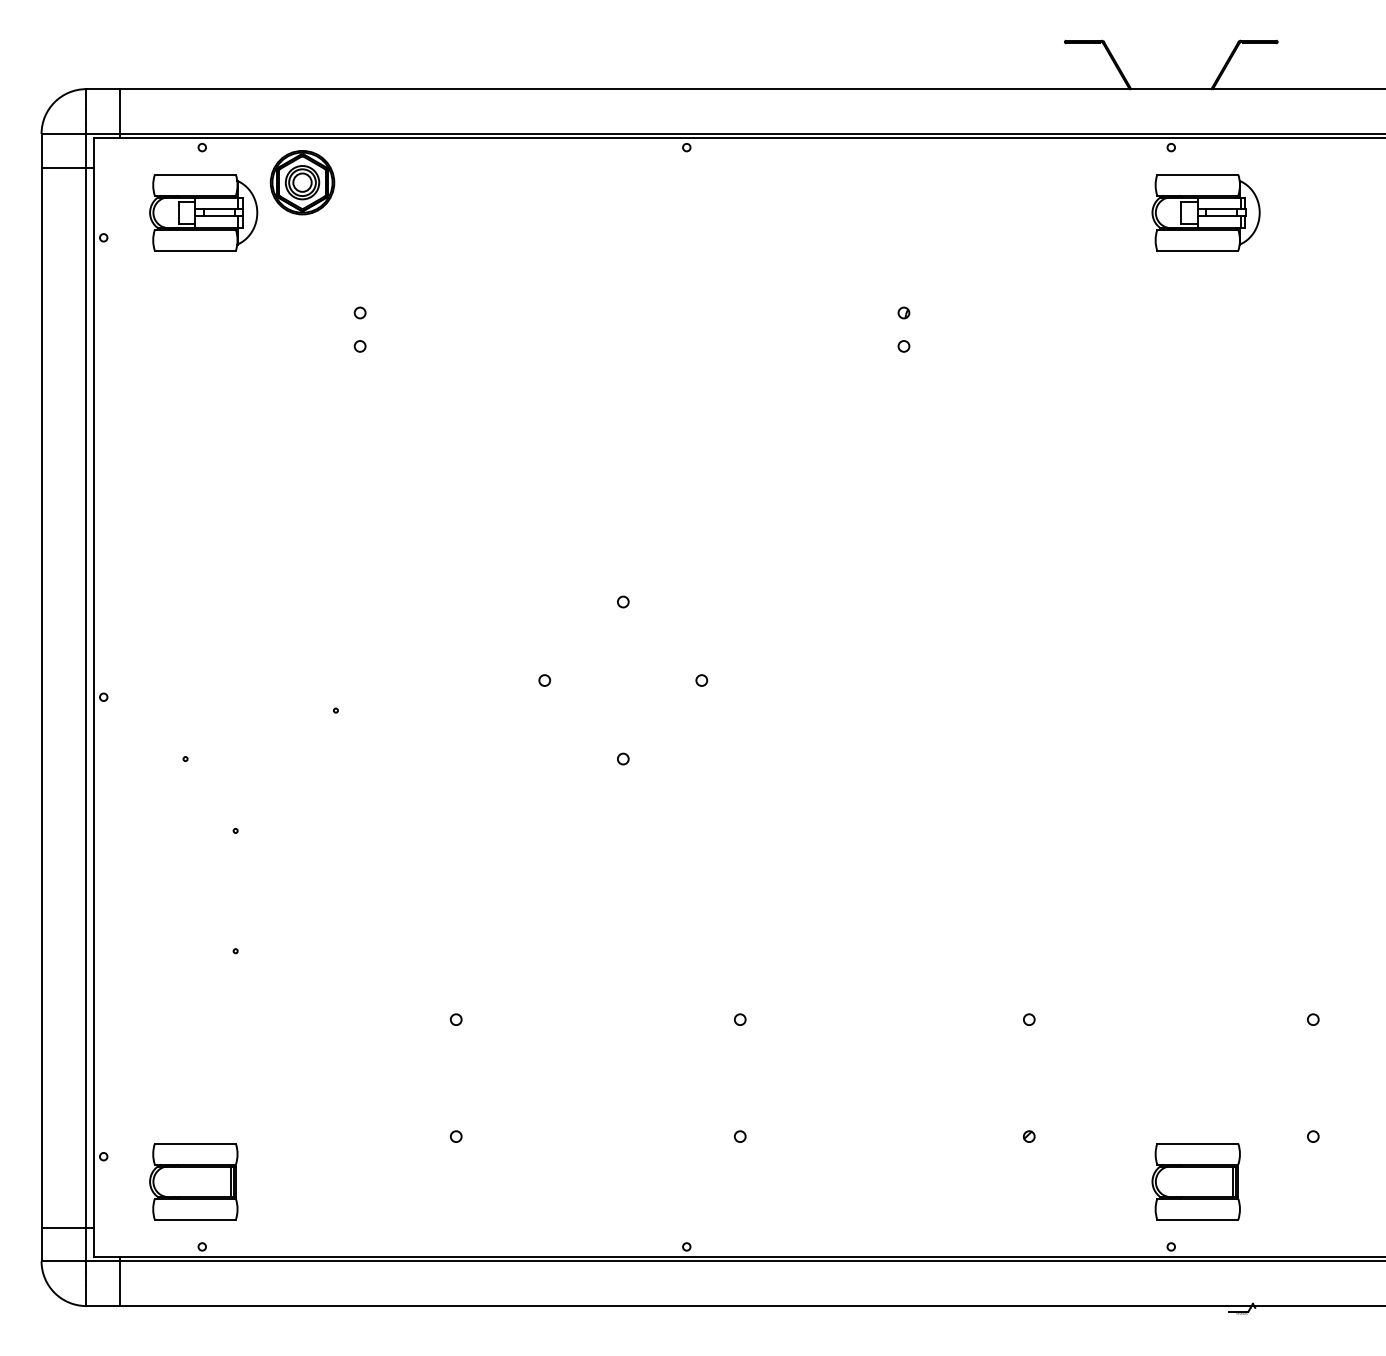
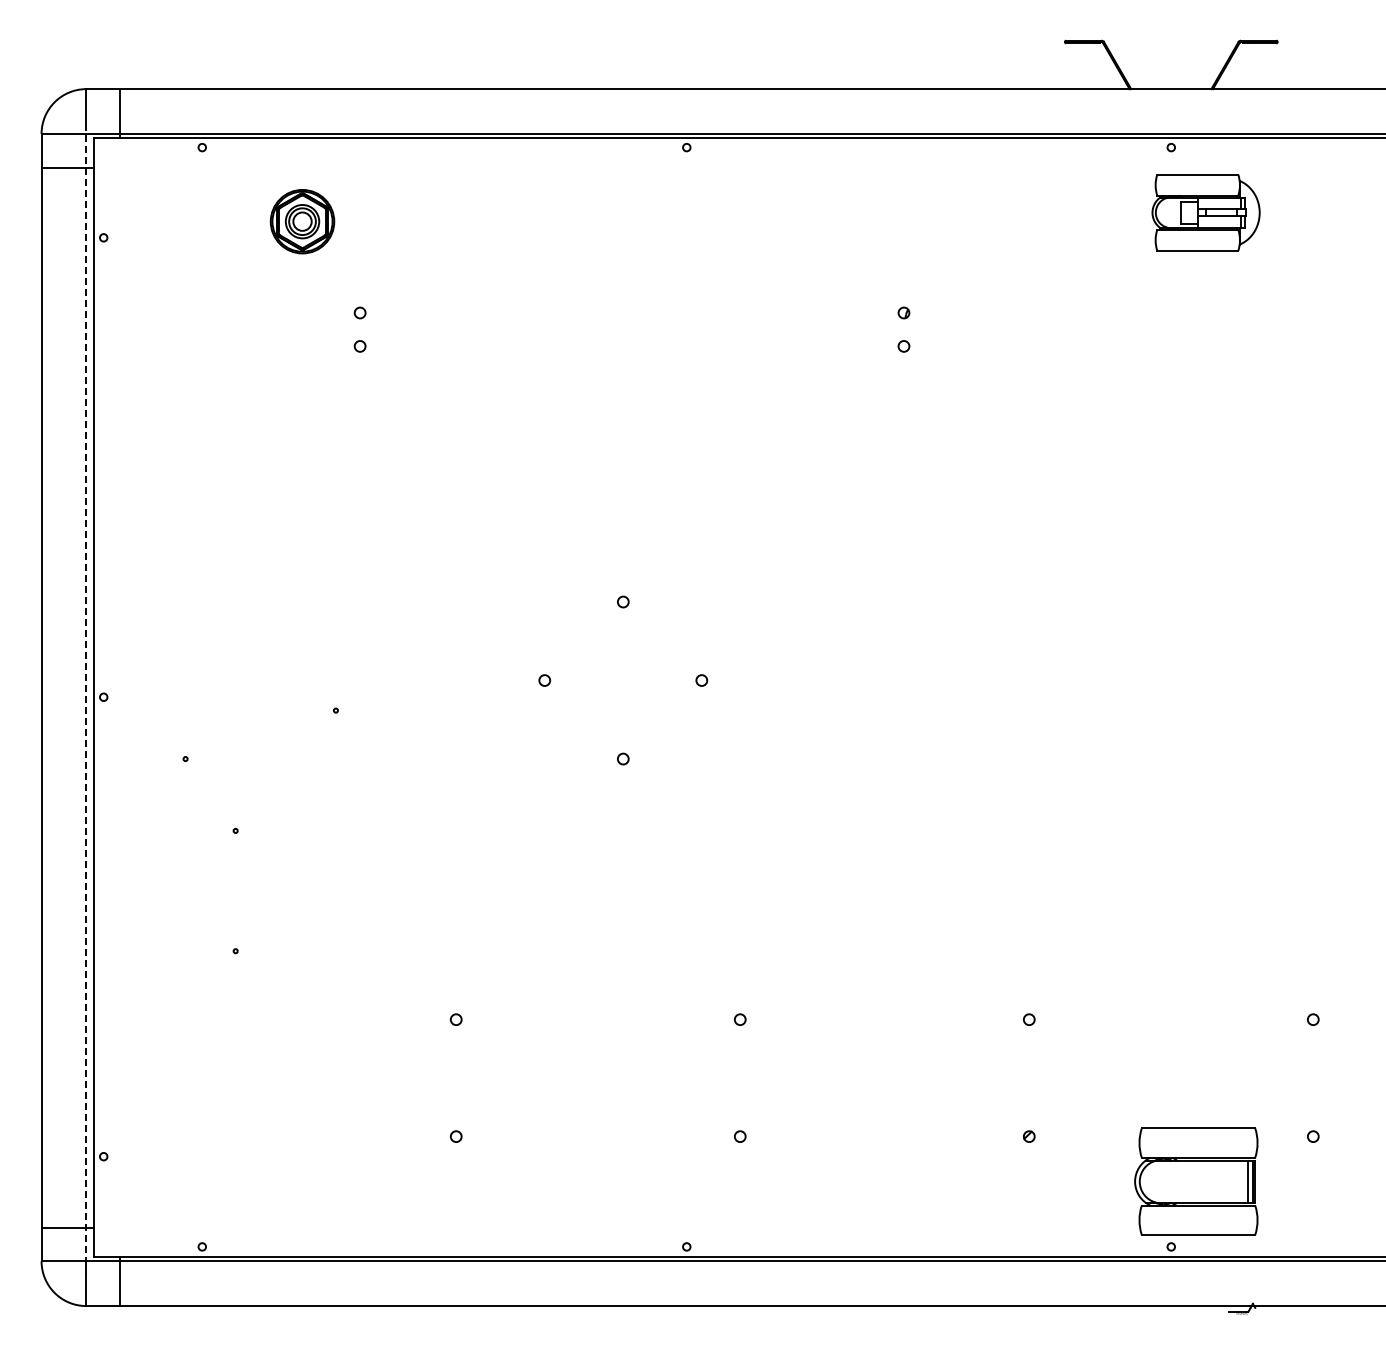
part at (302, 182) position: (302, 182) -> (302, 221)
part at (203, 212): present -> none
line at (86, 692): solid -> dashed
part at (193, 1181): present -> none
part at (1195, 1181) size: 90x78 px -> 125x109 px
